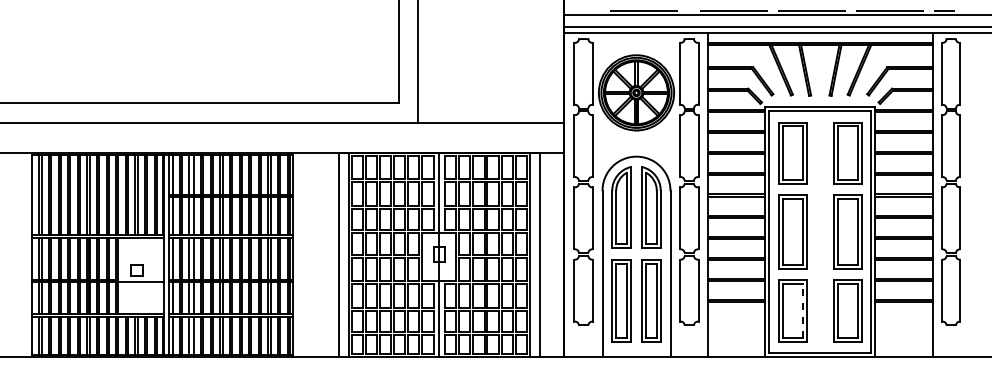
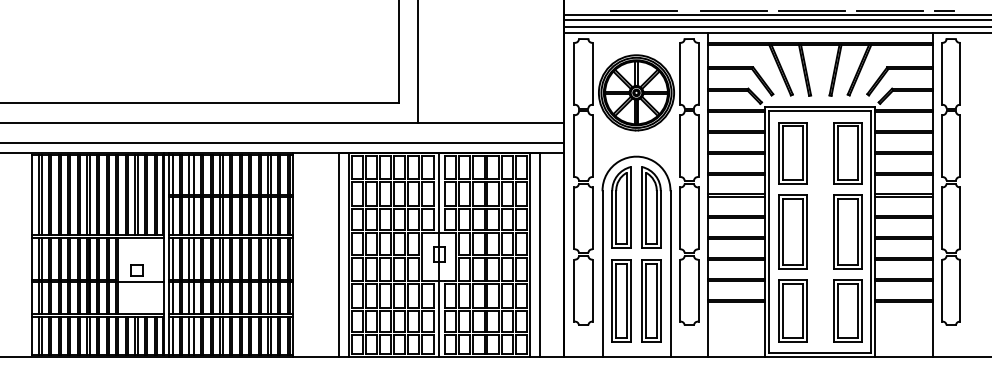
line at (775, 20): none -> present
line at (282, 142): none -> present
line at (802, 311): dashed -> solid
